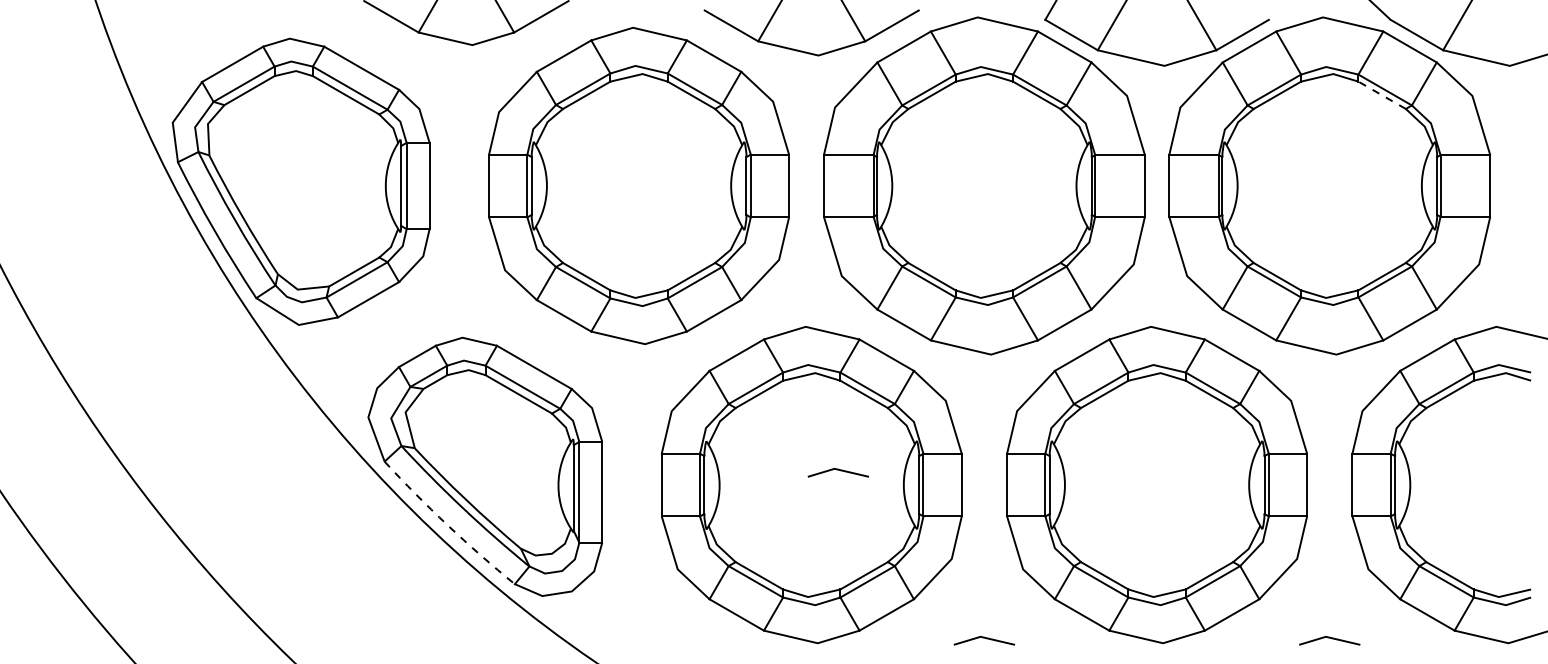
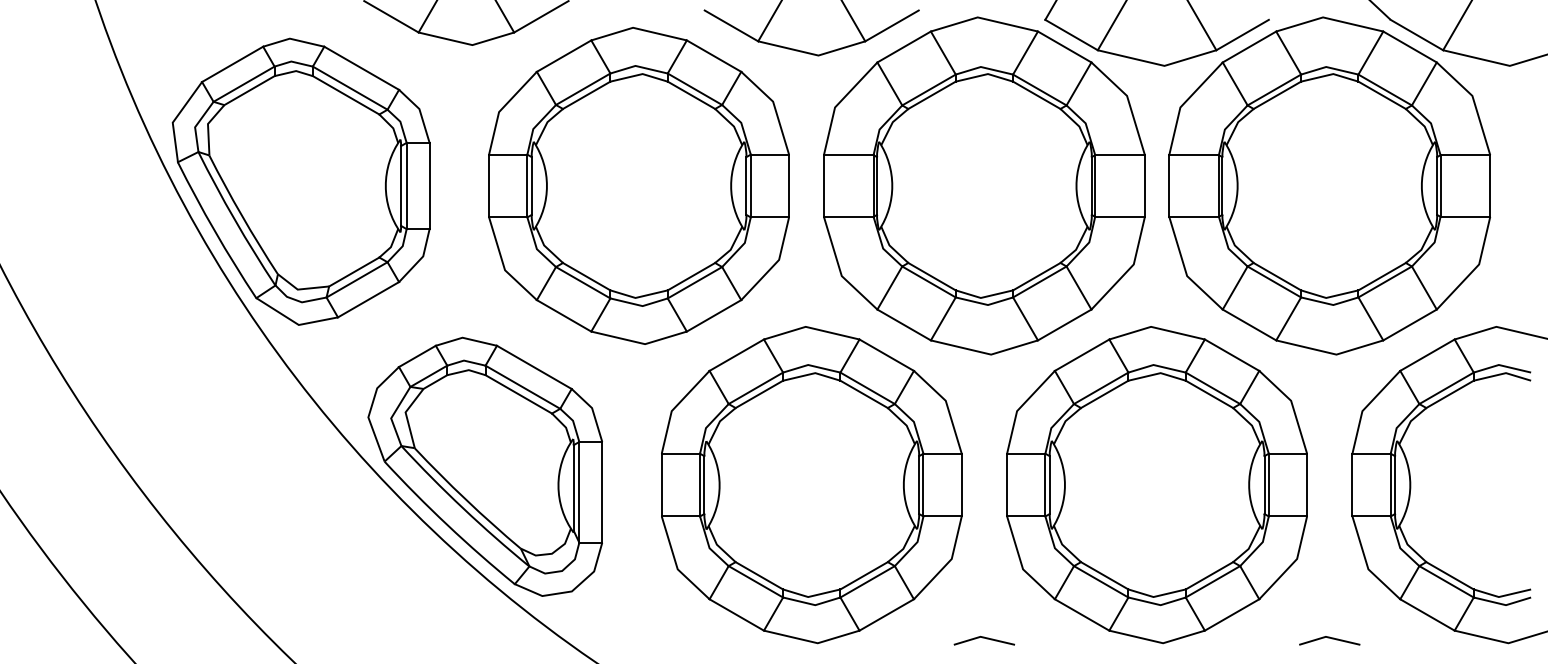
line at (1381, 95): dashed -> solid
line at (837, 470): present -> none
arc at (447, 525): dashed -> solid
